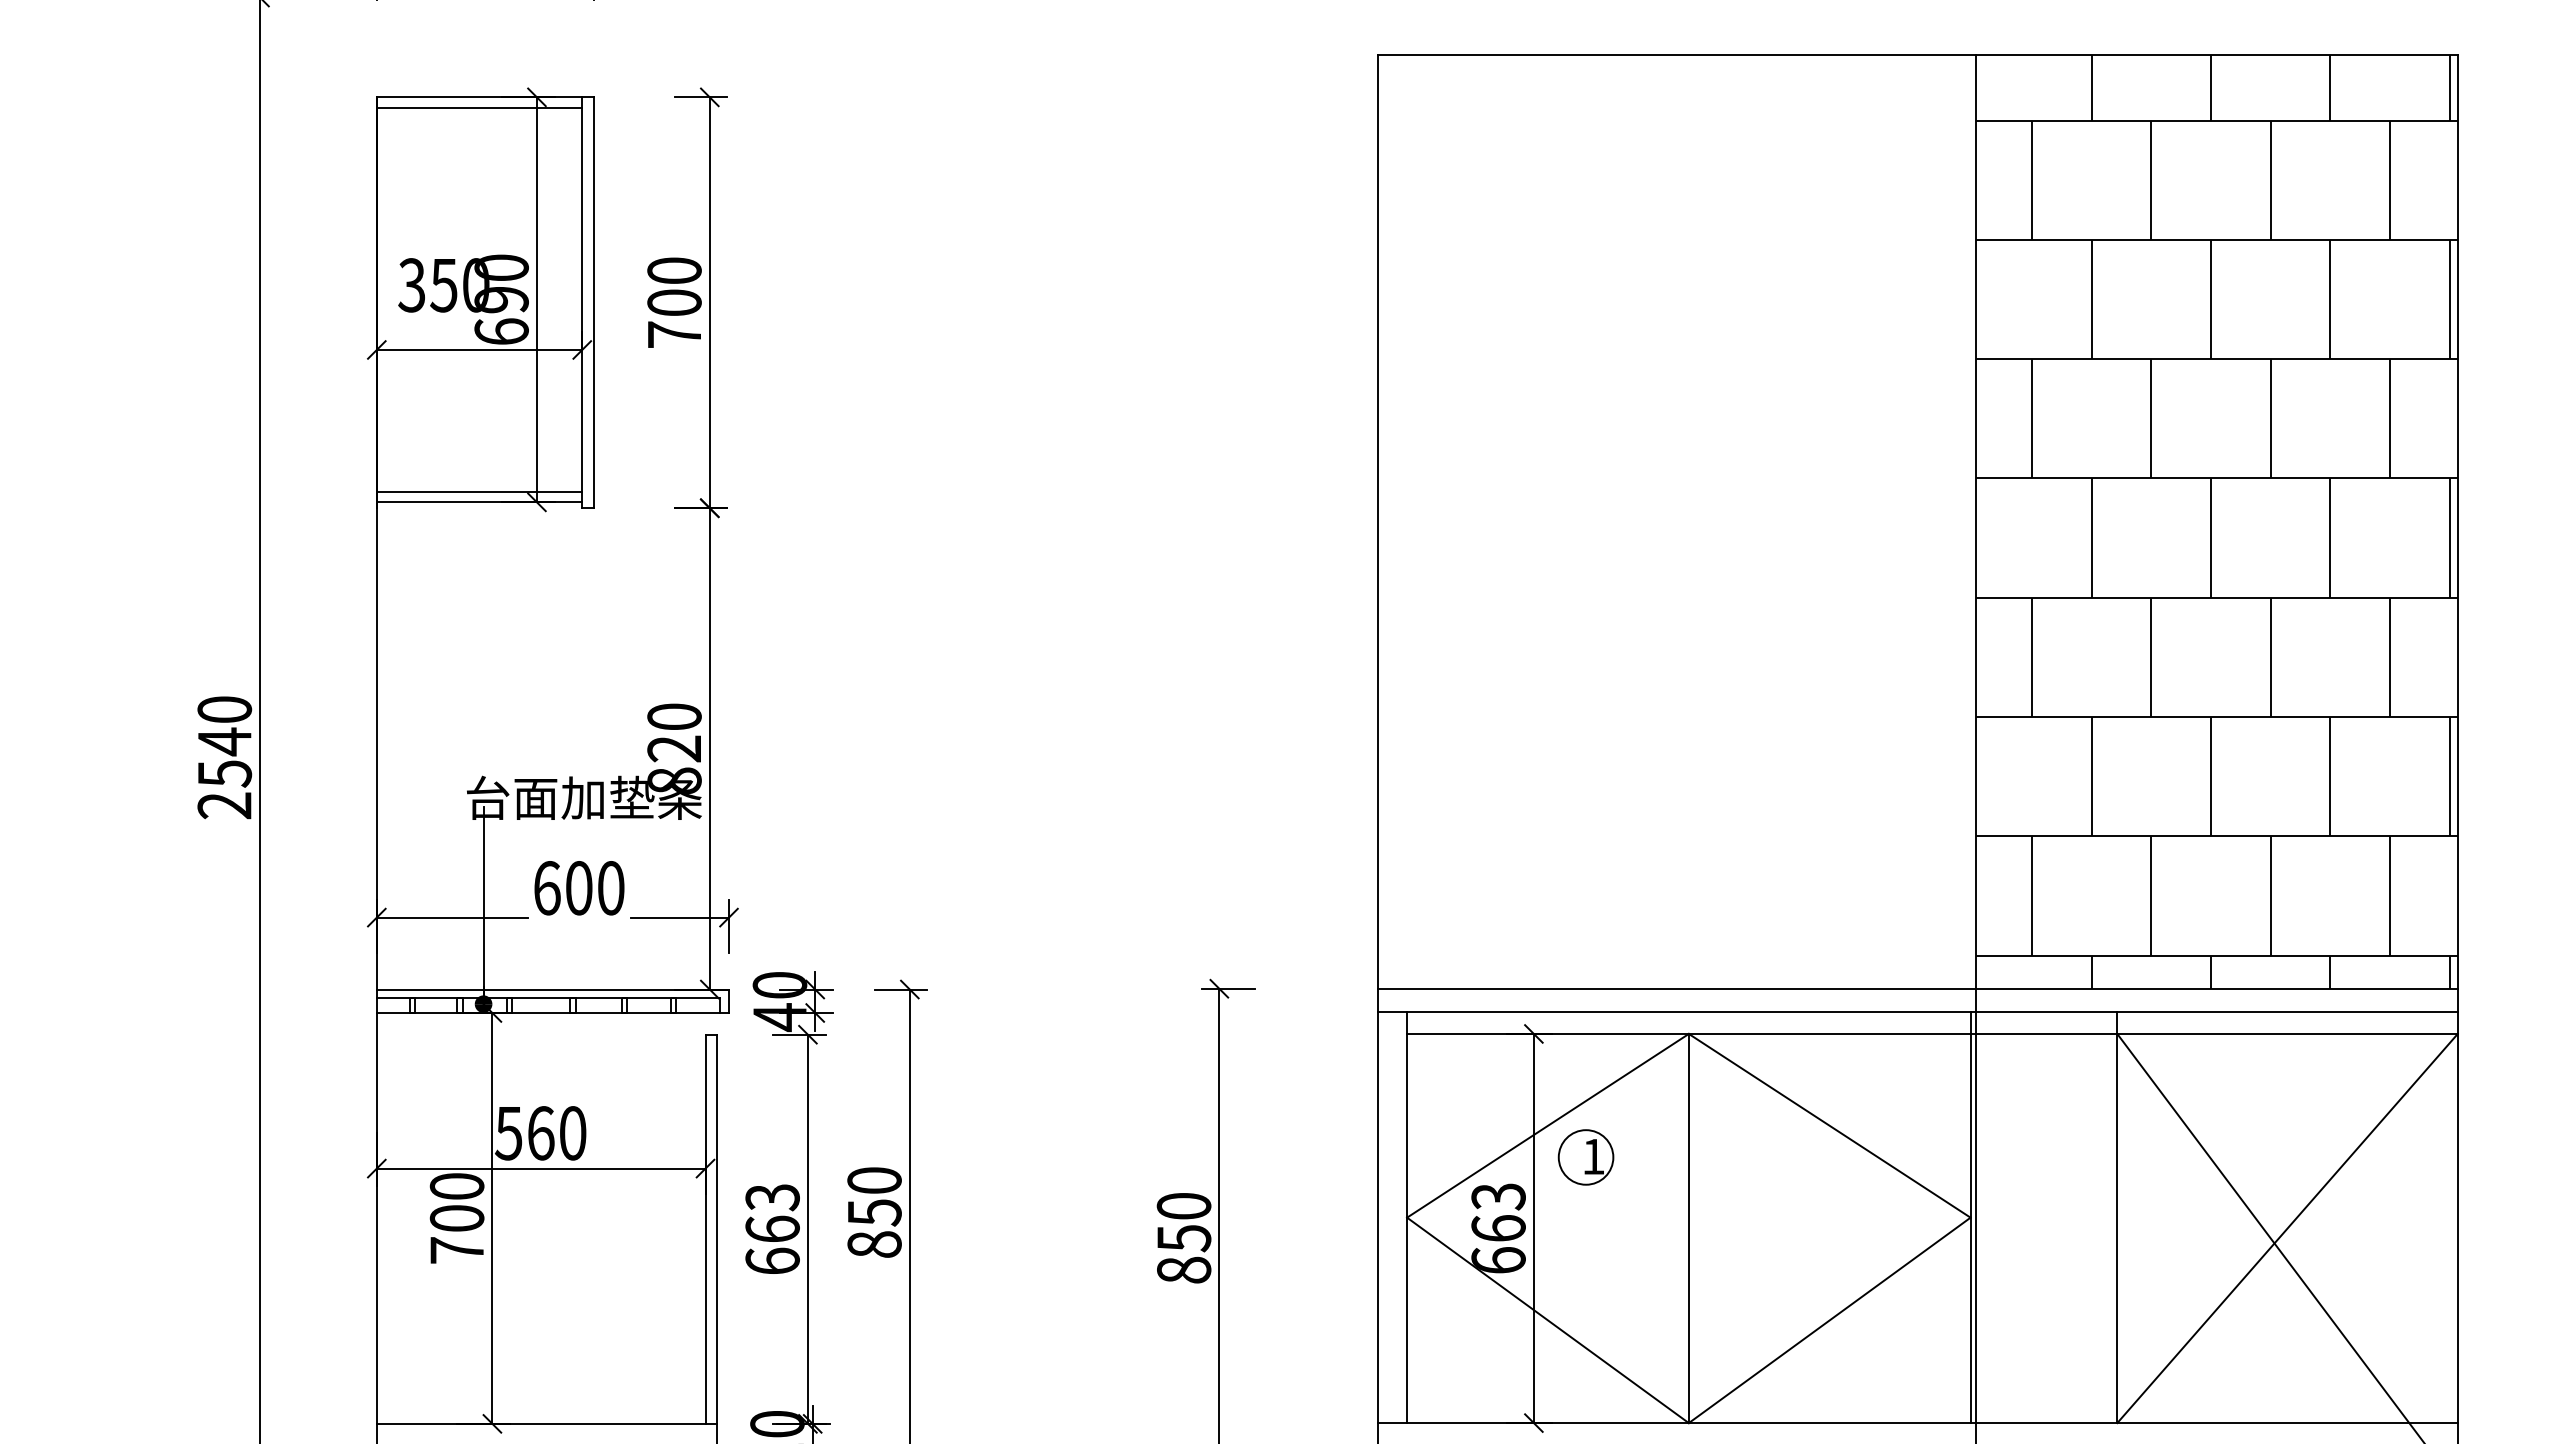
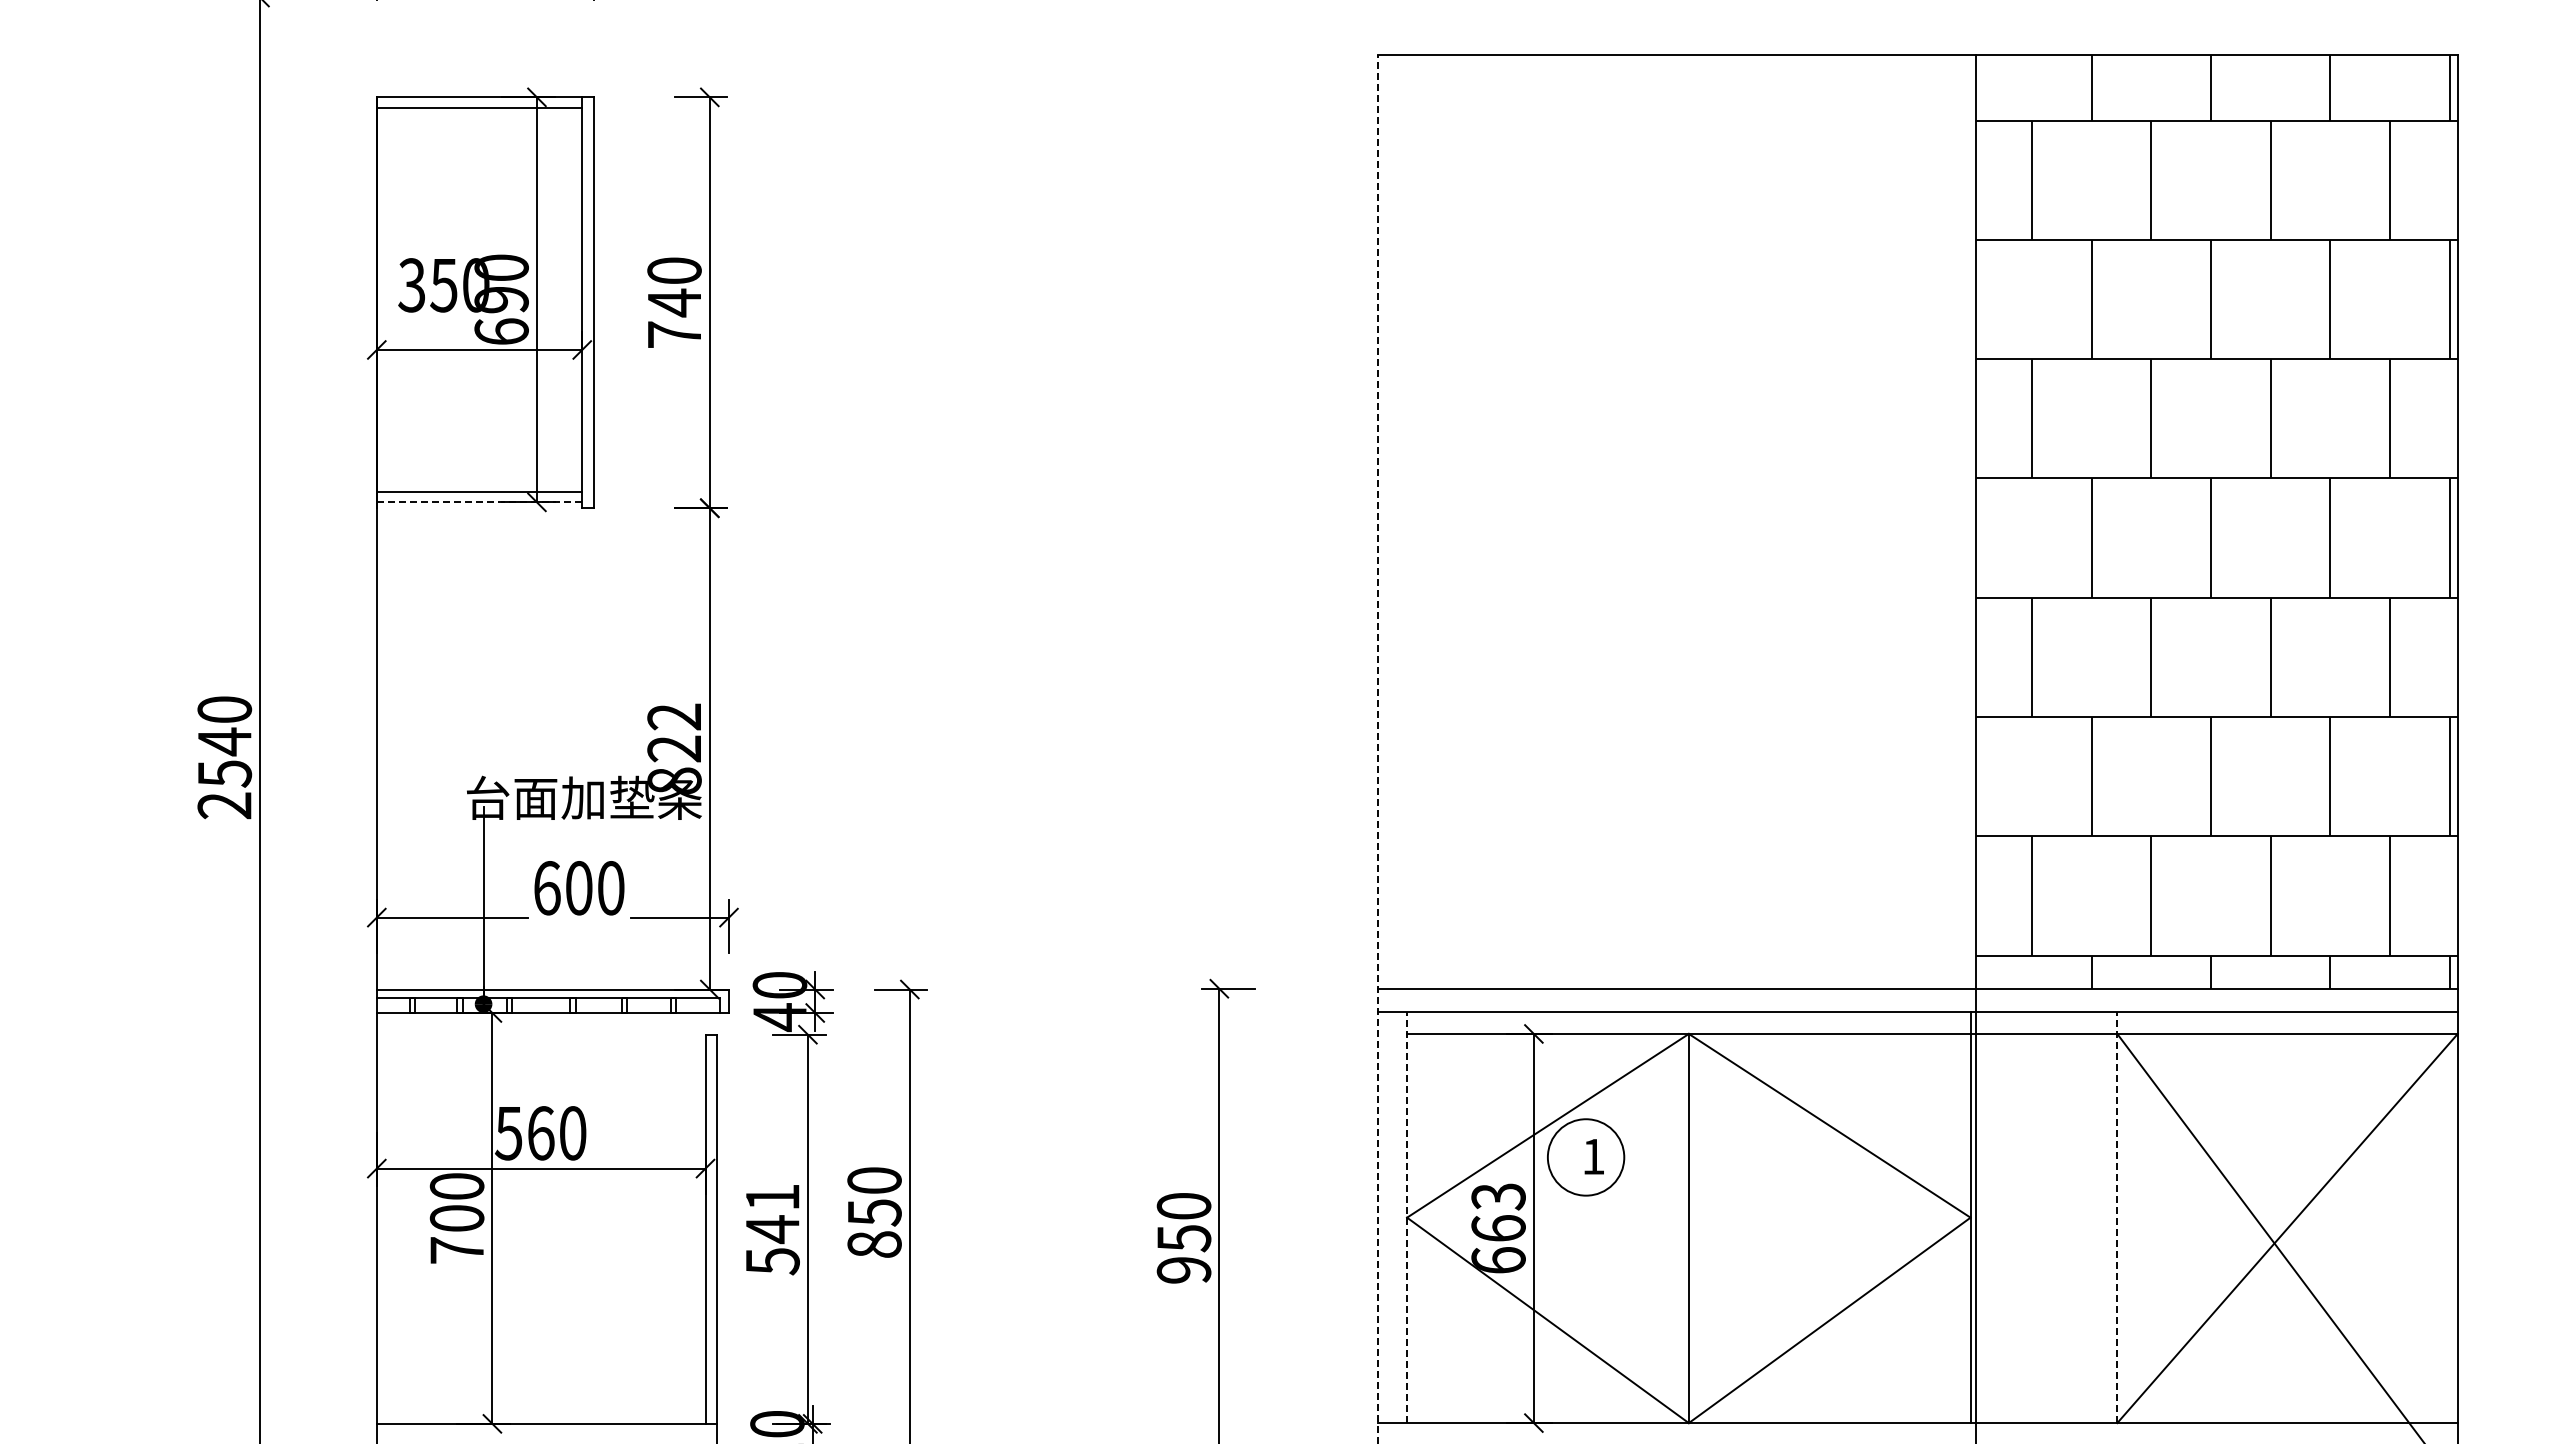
text at (674, 302): 700 -> 740
line at (479, 502): solid -> dashed
text at (674, 716): 820 -> 822
line at (1377, 749): solid -> dashed
circle at (1585, 1157) diameter: 55 px -> 76 px
line at (1407, 1217): solid -> dashed
line at (2117, 1217): solid -> dashed
text at (772, 1229): 663 -> 541
text at (1183, 1269): 850 -> 950
